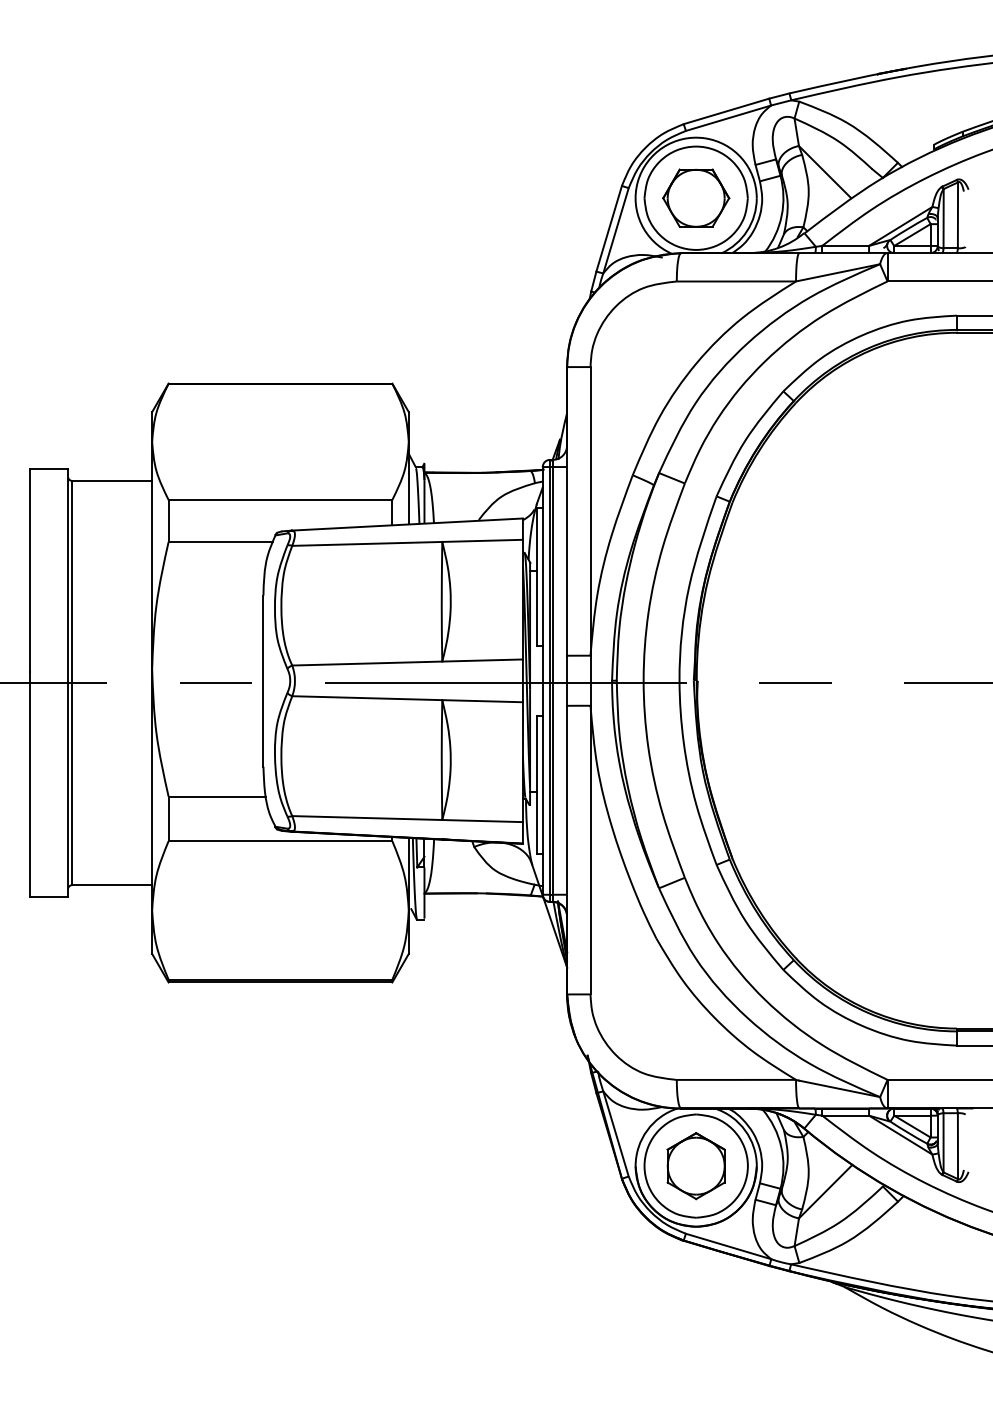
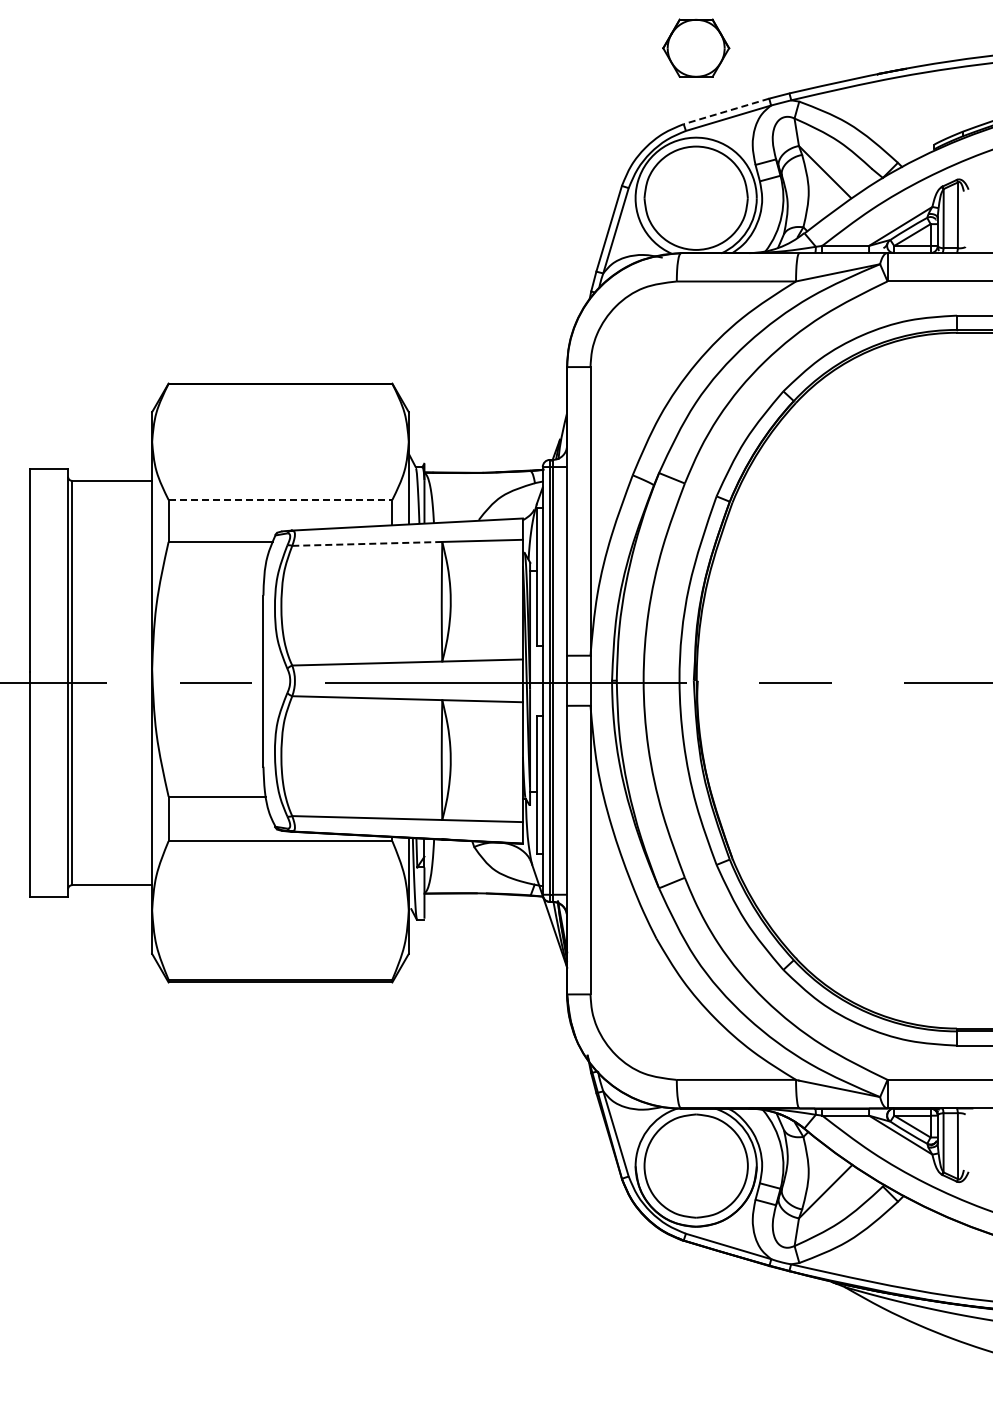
line at (726, 111): solid -> dashed
part at (696, 197) position: (696, 197) -> (696, 47)
line at (280, 499): solid -> dashed
line at (367, 543): solid -> dashed
part at (695, 1166): present -> none
